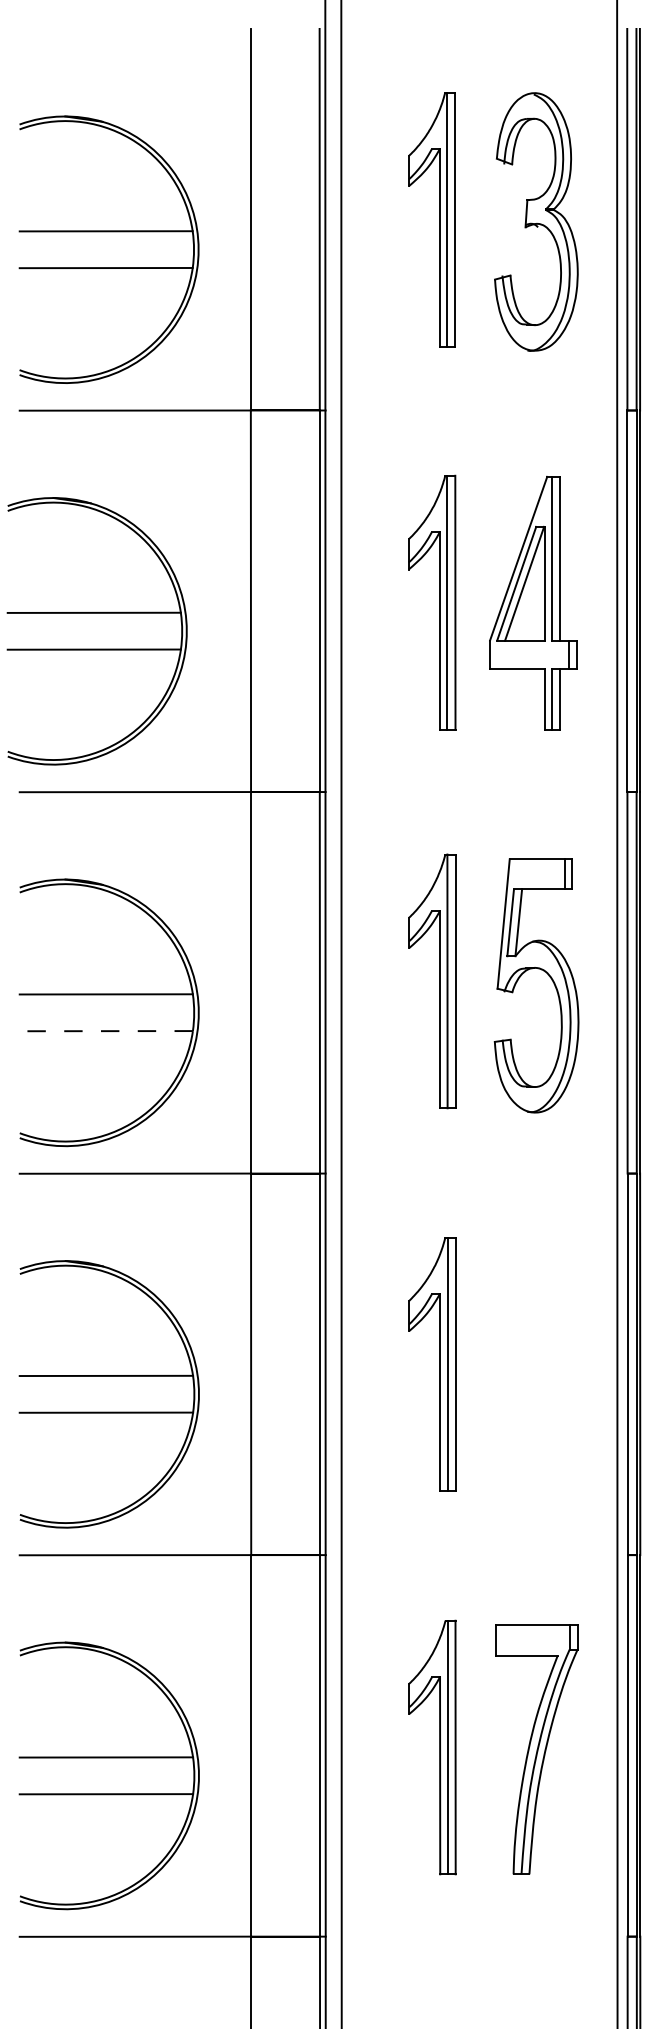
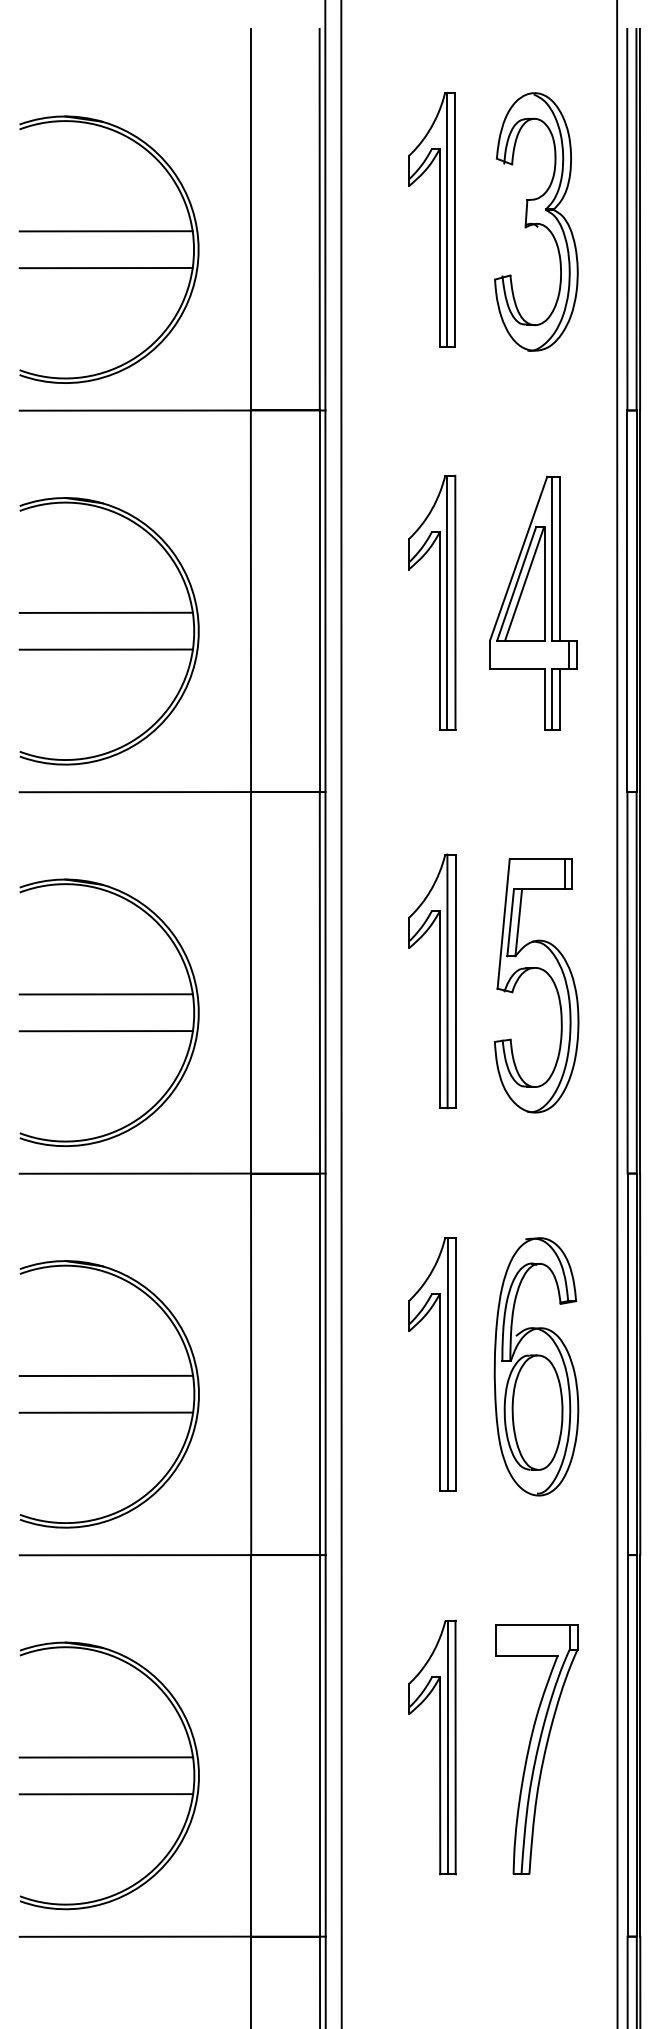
part at (96, 648) position: (96, 648) -> (108, 648)
line at (106, 1031): dashed -> solid
part at (536, 1366): none -> present
